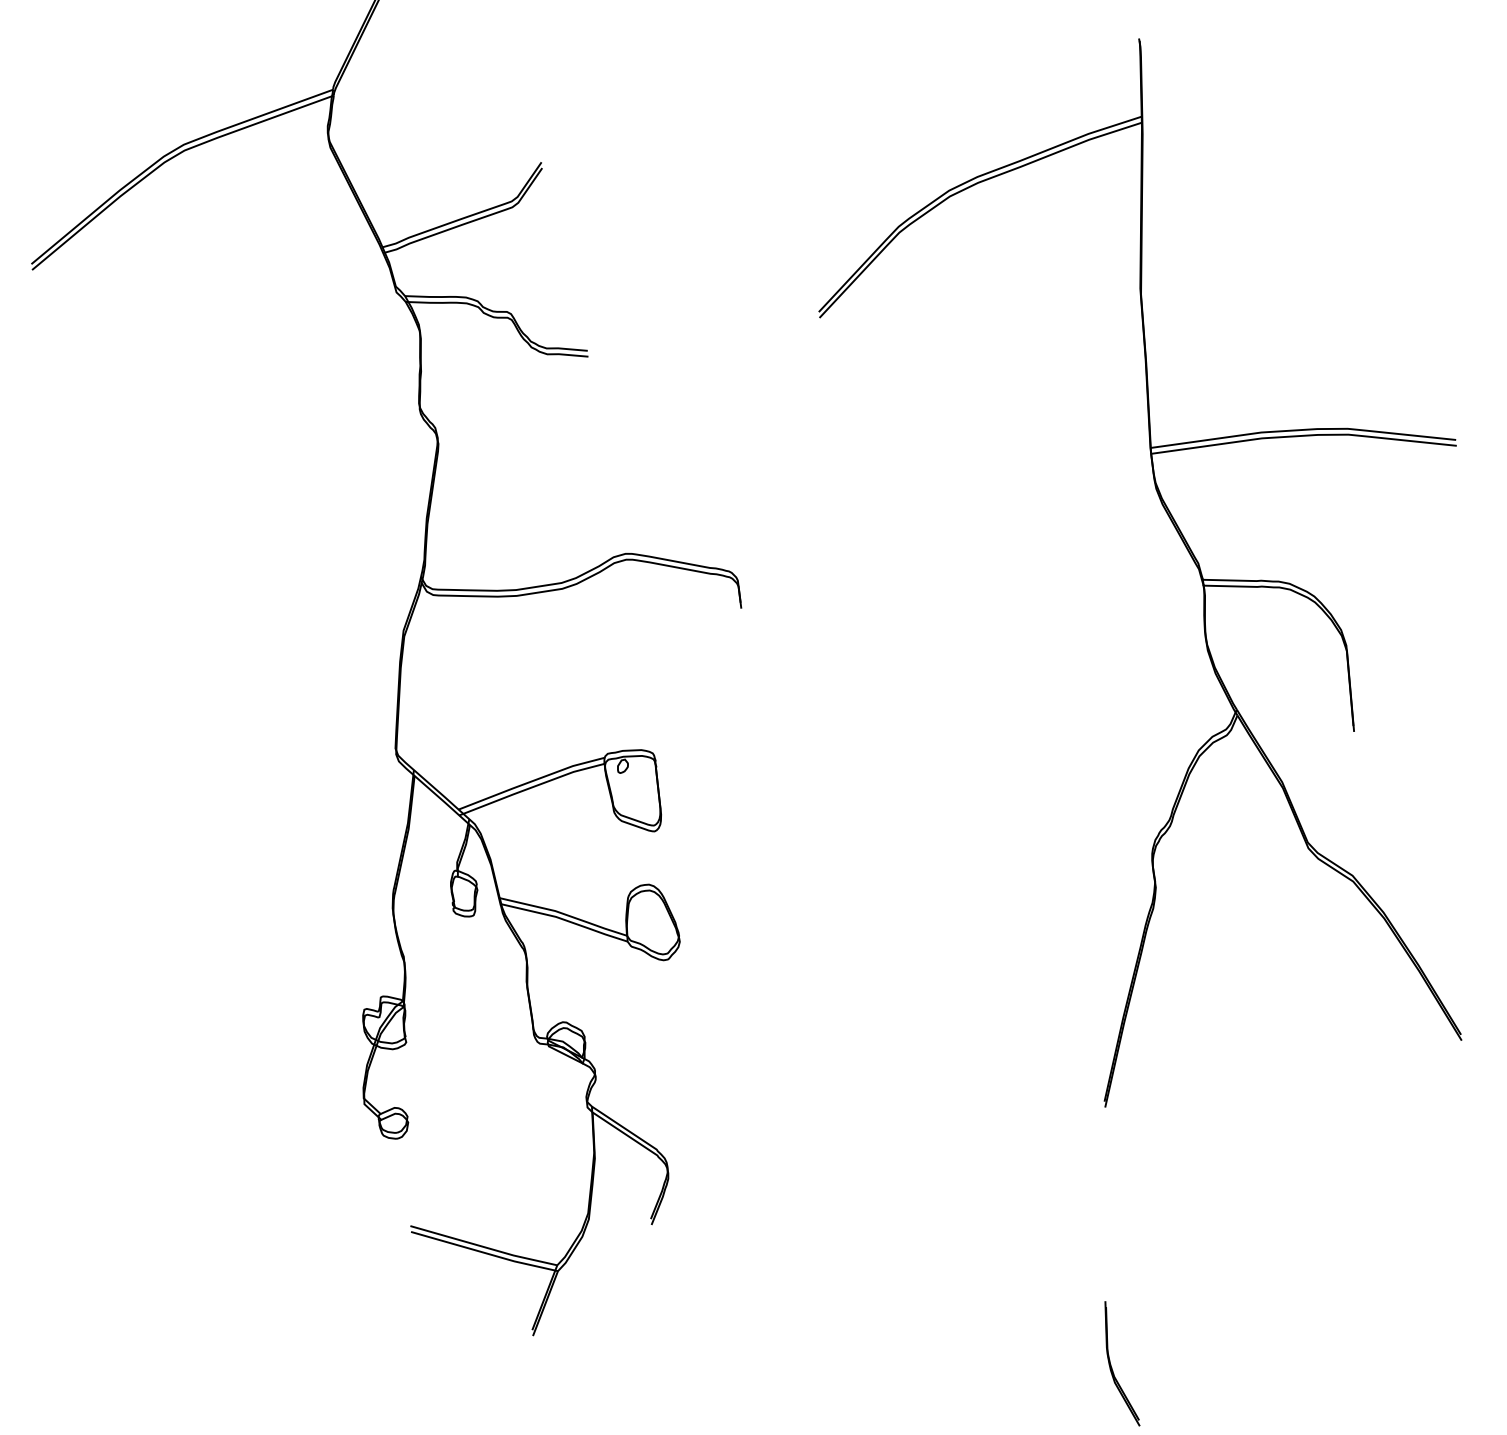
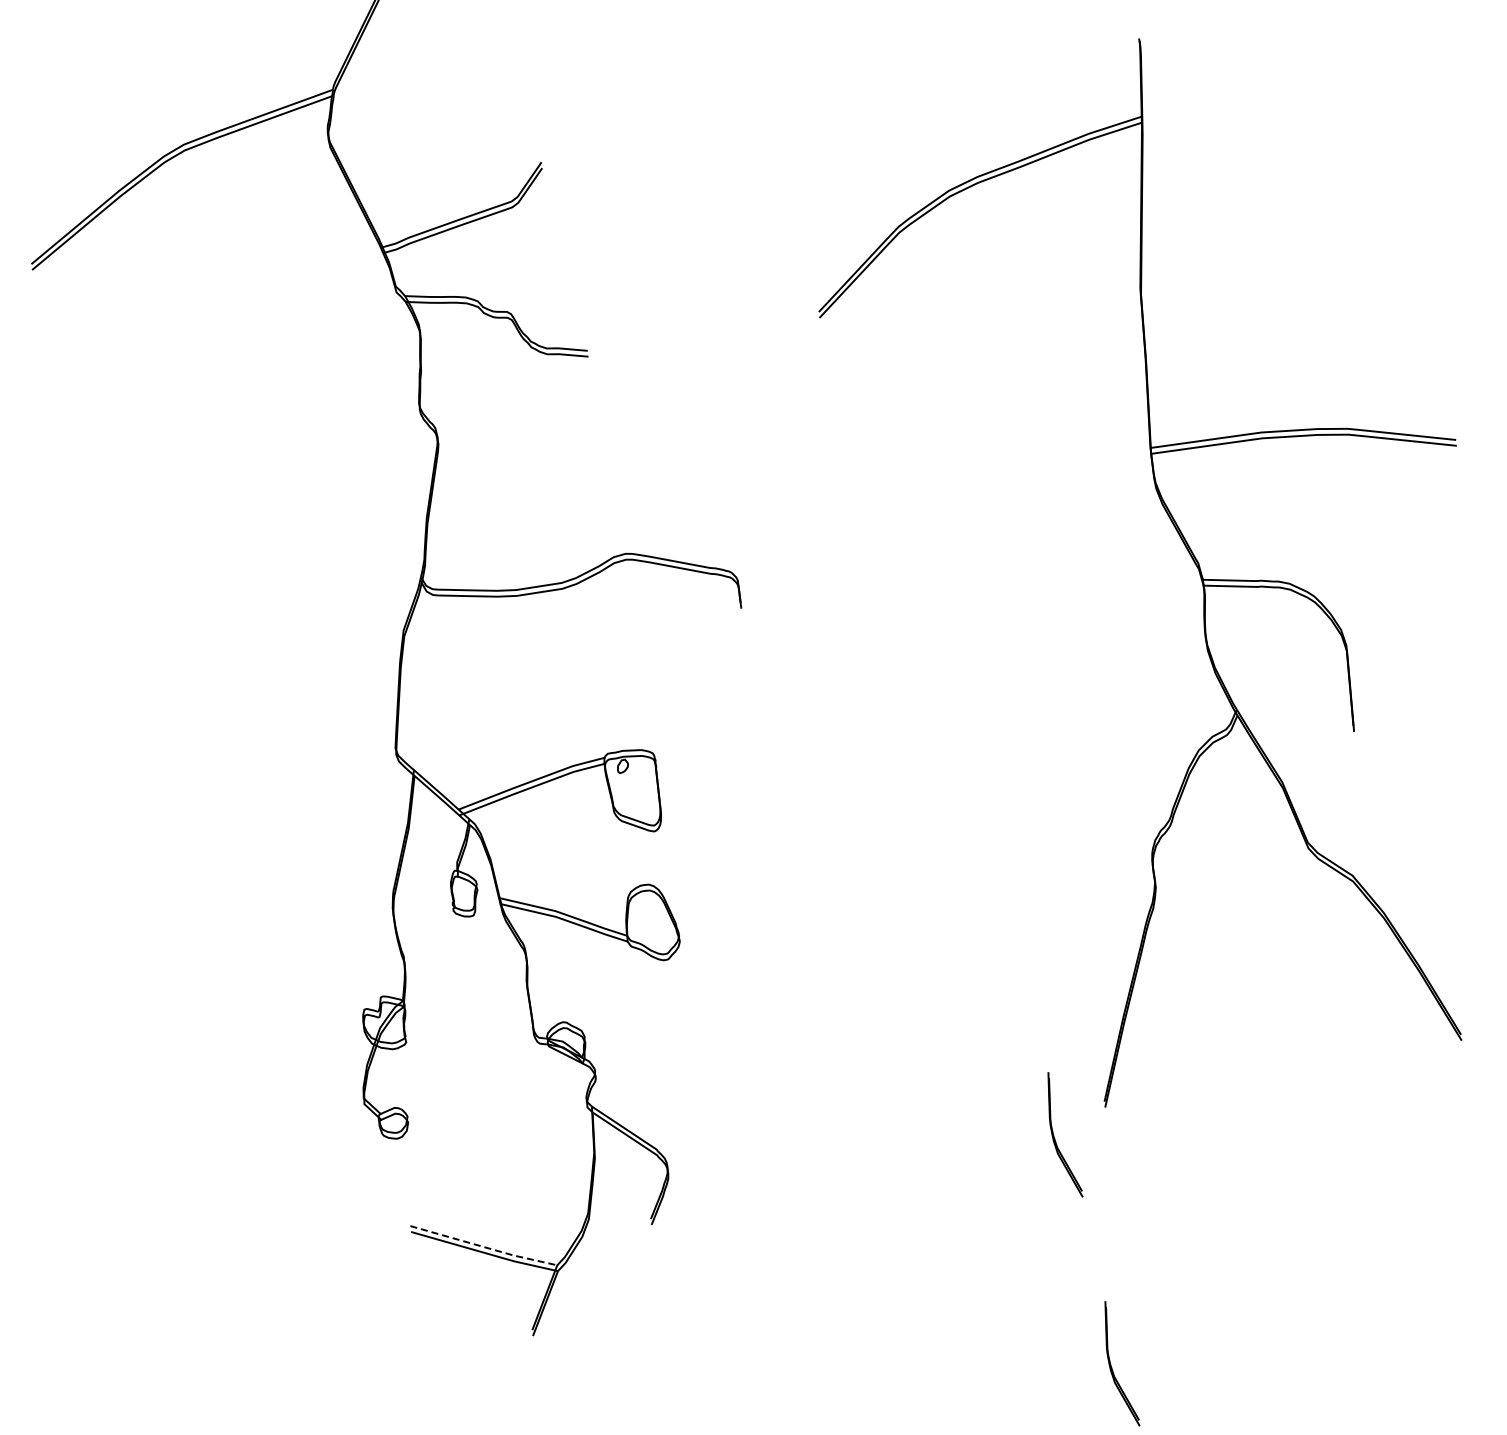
part at (1055, 1138): none -> present
line at (484, 1247): solid -> dashed
